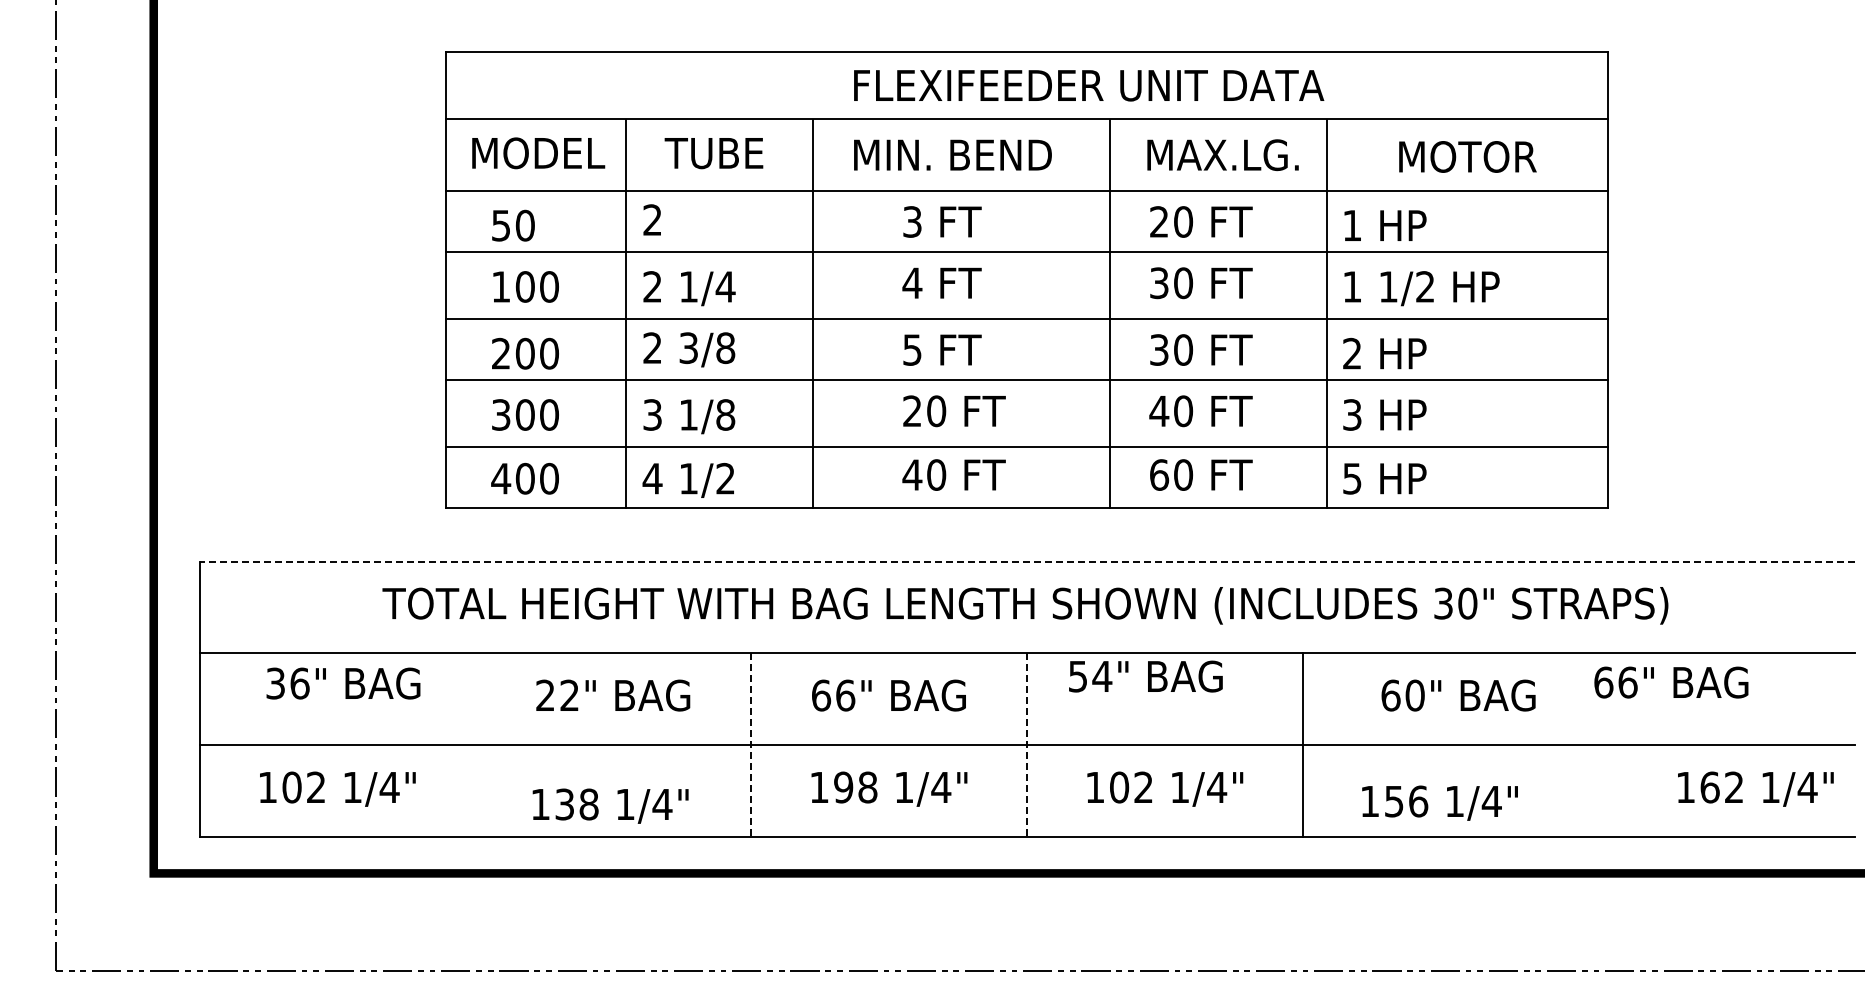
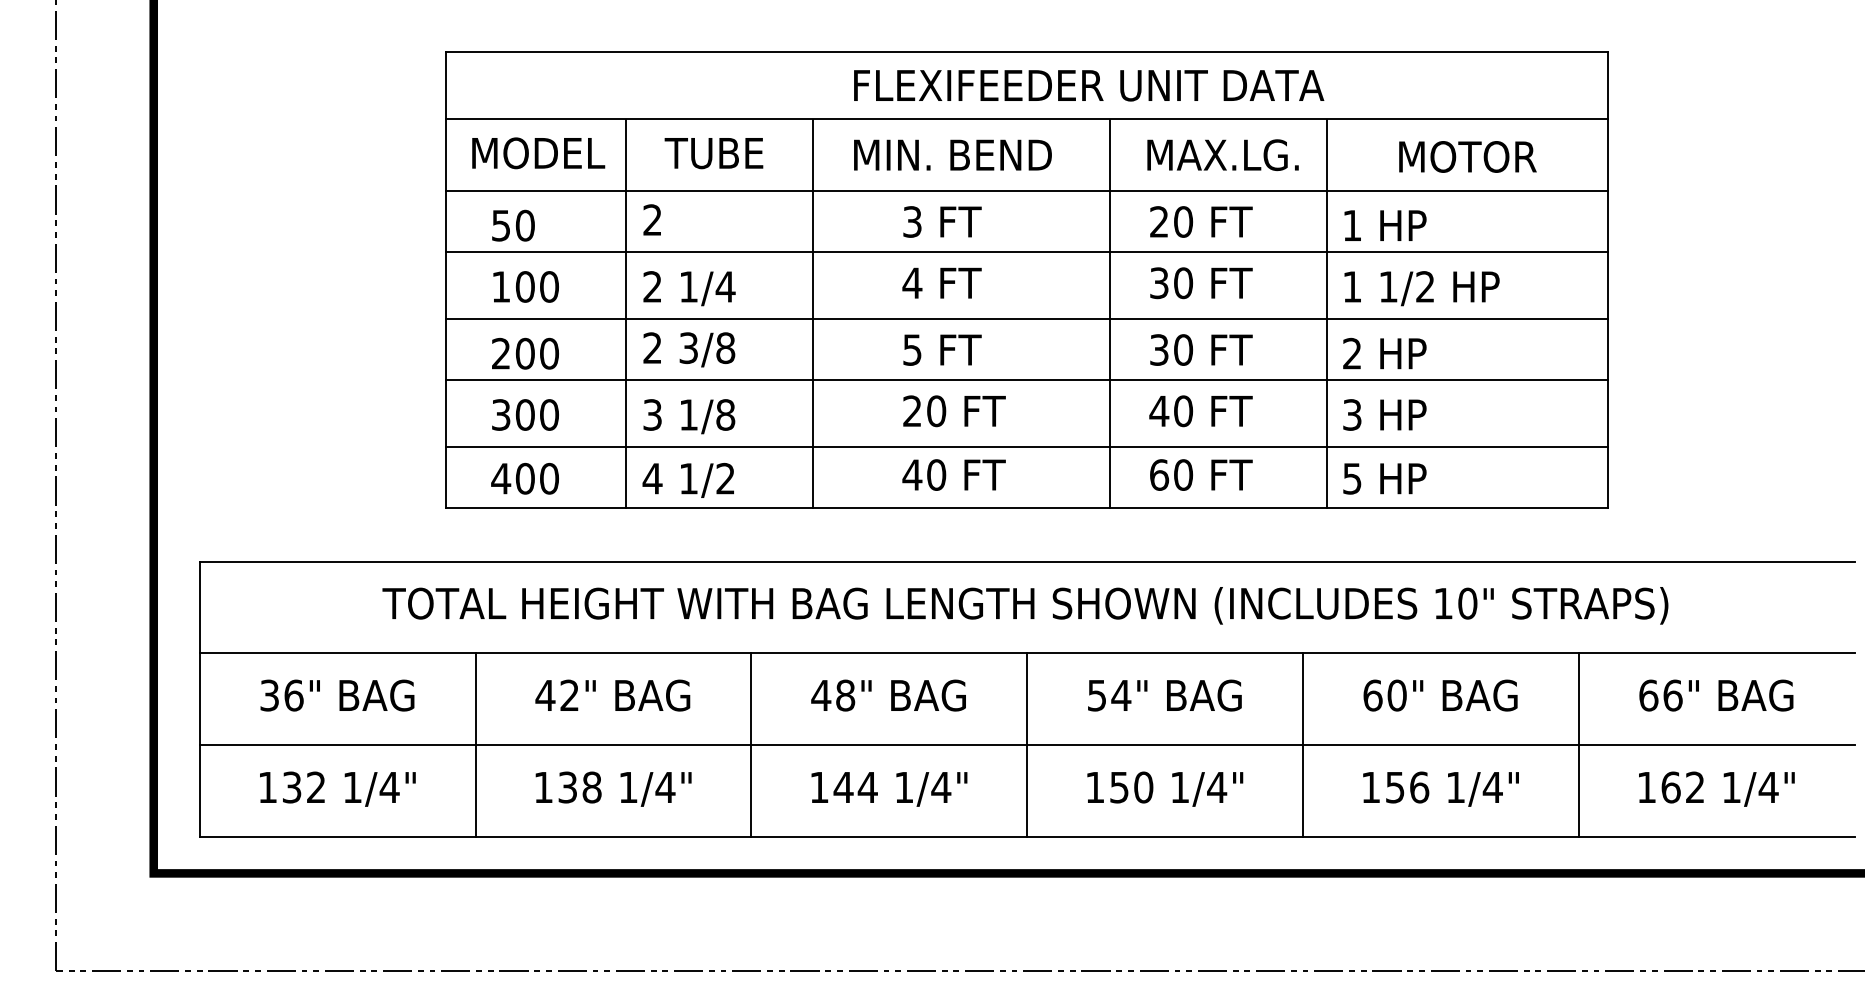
line at (1026, 561): dashed -> solid
text at (1443, 603): 30" -> 10"
text at (1145, 676) position: (1145, 676) -> (1164, 695)
text at (1671, 682) position: (1671, 682) -> (1716, 695)
text at (343, 683) position: (343, 683) -> (337, 695)
text at (545, 694): 22" -> 42"
text at (833, 695): 66" -> 48"
text at (1458, 695) position: (1458, 695) -> (1440, 695)
line at (475, 745): none -> present
line at (751, 745): dashed -> solid
line at (1027, 745): dashed -> solid
line at (1578, 745): none -> present
text at (291, 787): 102 -> 132
text at (855, 787): 198 -> 144
text at (1131, 787): 102 -> 150
text at (1755, 788) position: (1755, 788) -> (1716, 788)
text at (1439, 802) position: (1439, 802) -> (1440, 788)
text at (610, 805) position: (610, 805) -> (613, 788)
